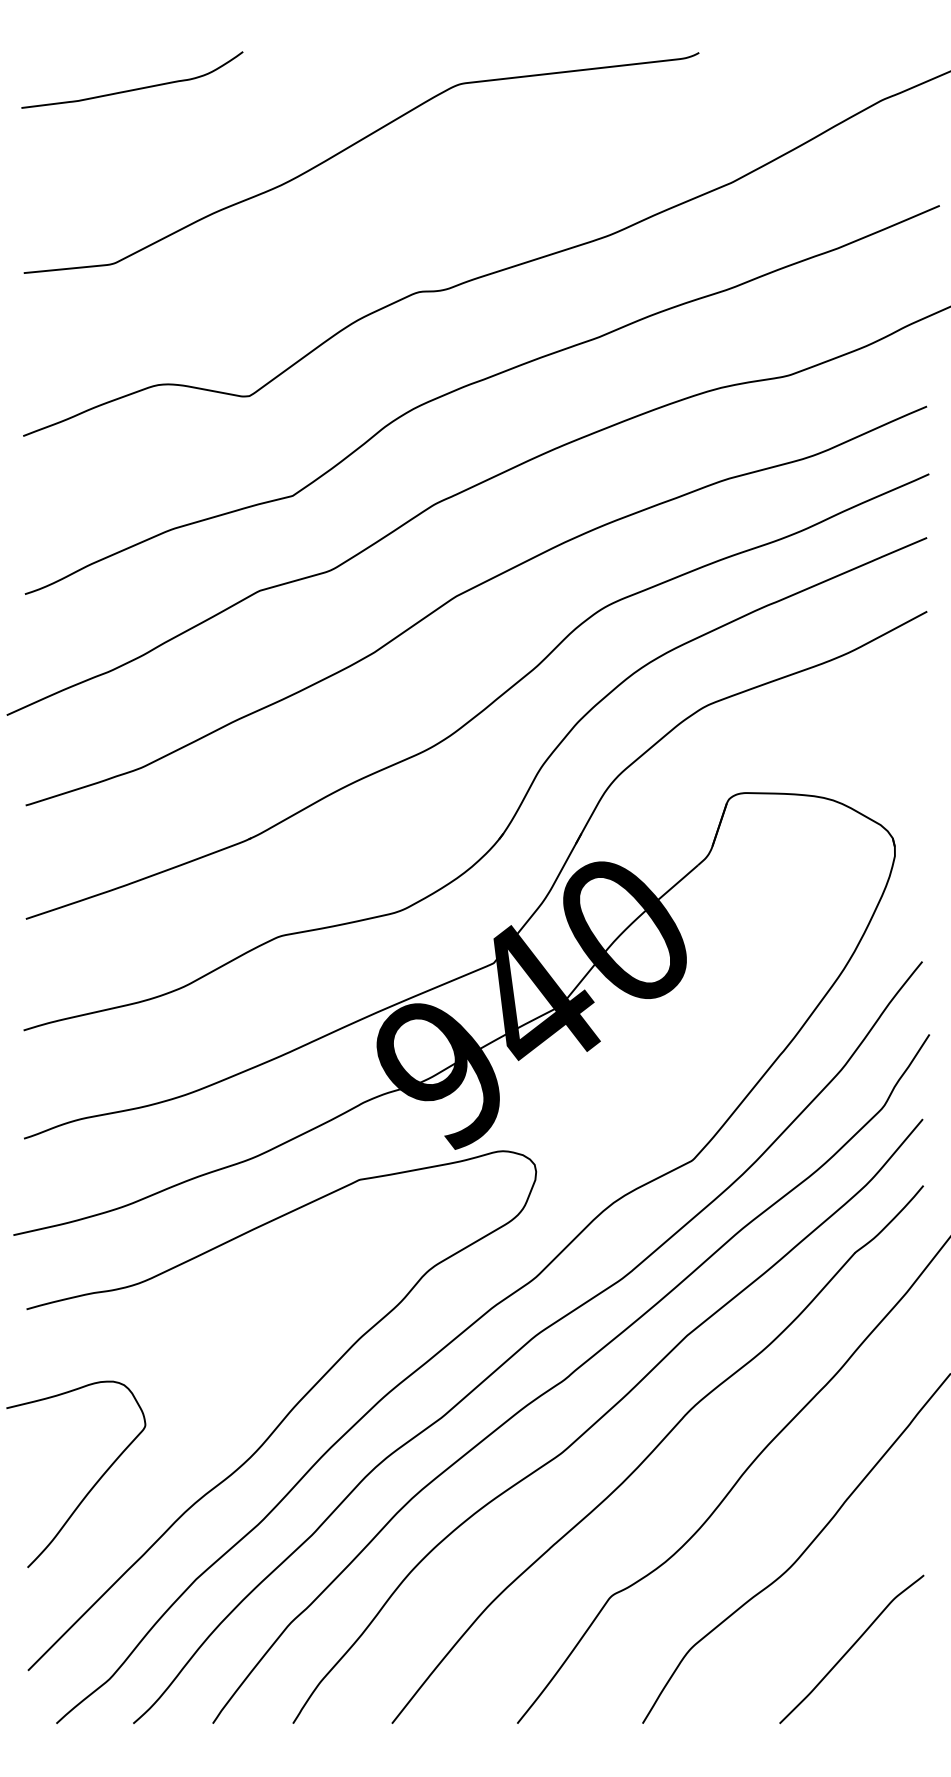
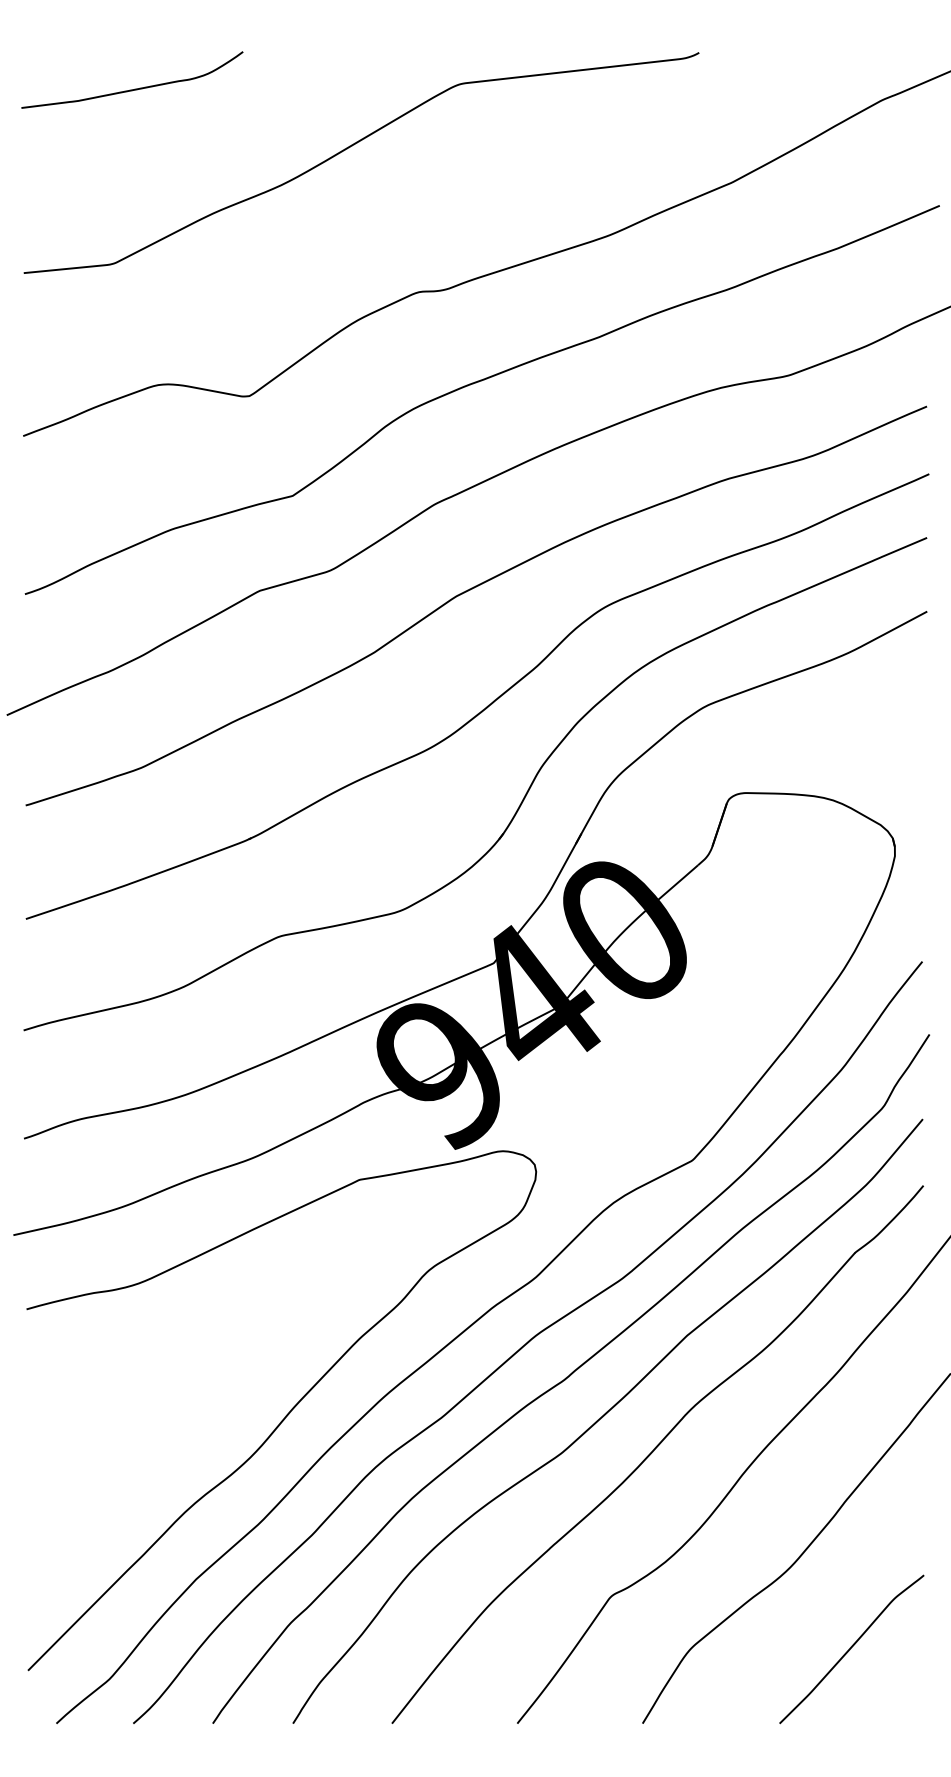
curve at (90, 1488): present -> none
